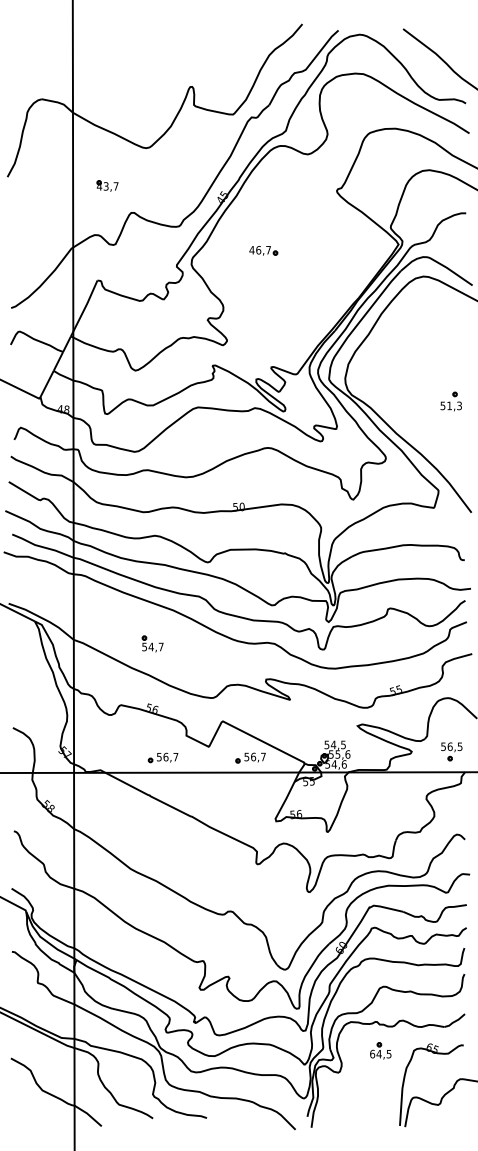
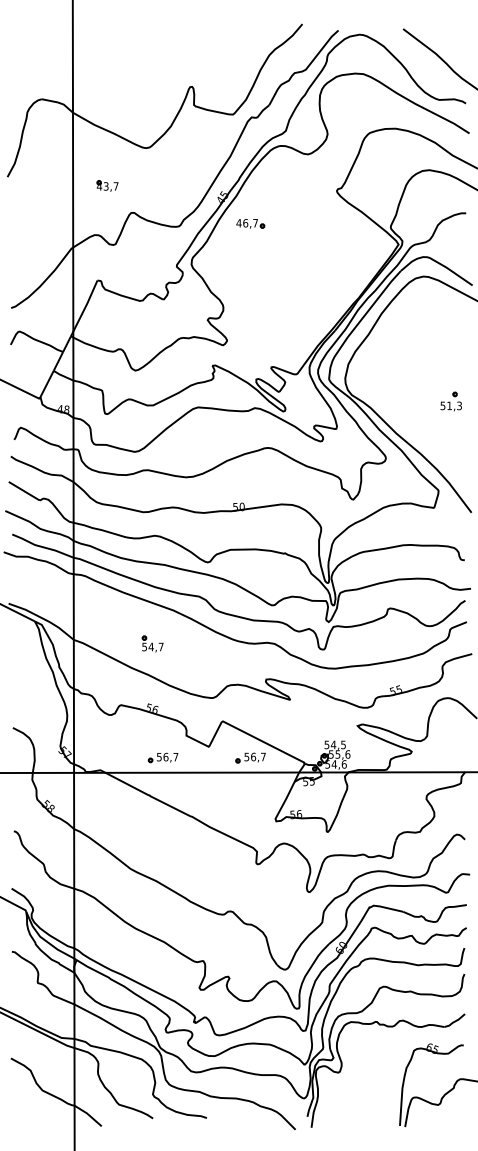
part at (263, 250) position: (263, 250) -> (250, 223)
part at (451, 751): present -> none
part at (380, 1050): present -> none
